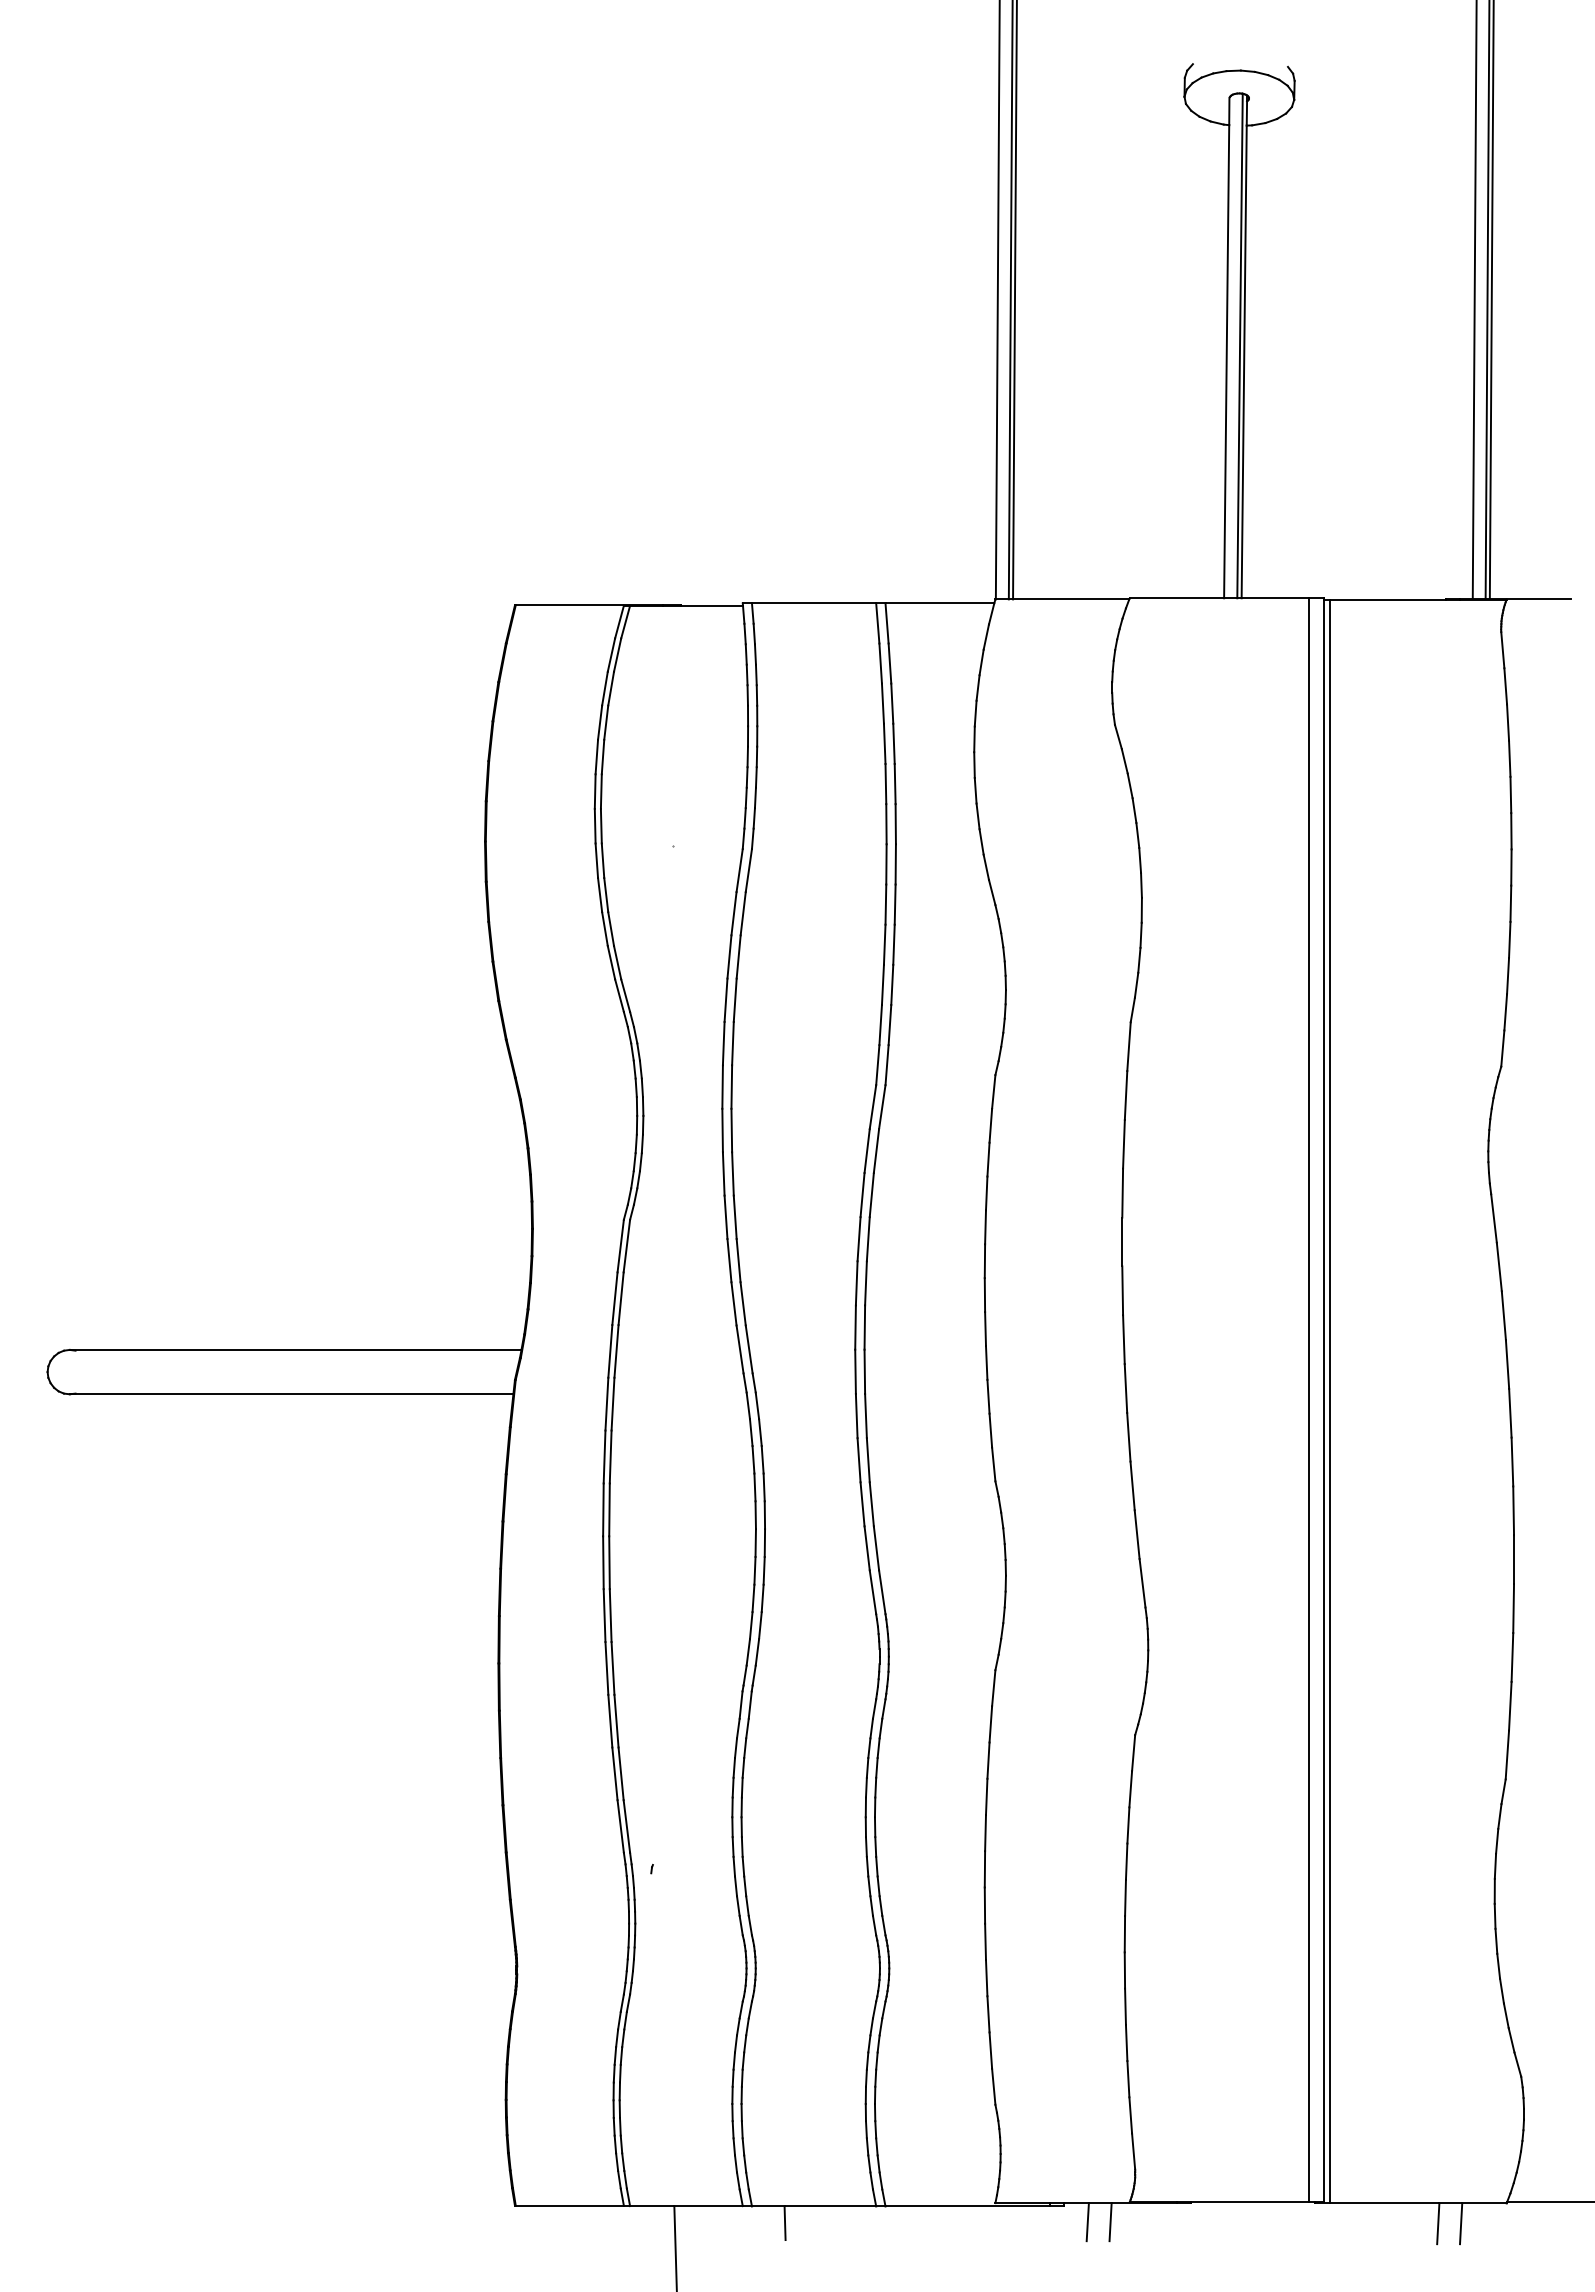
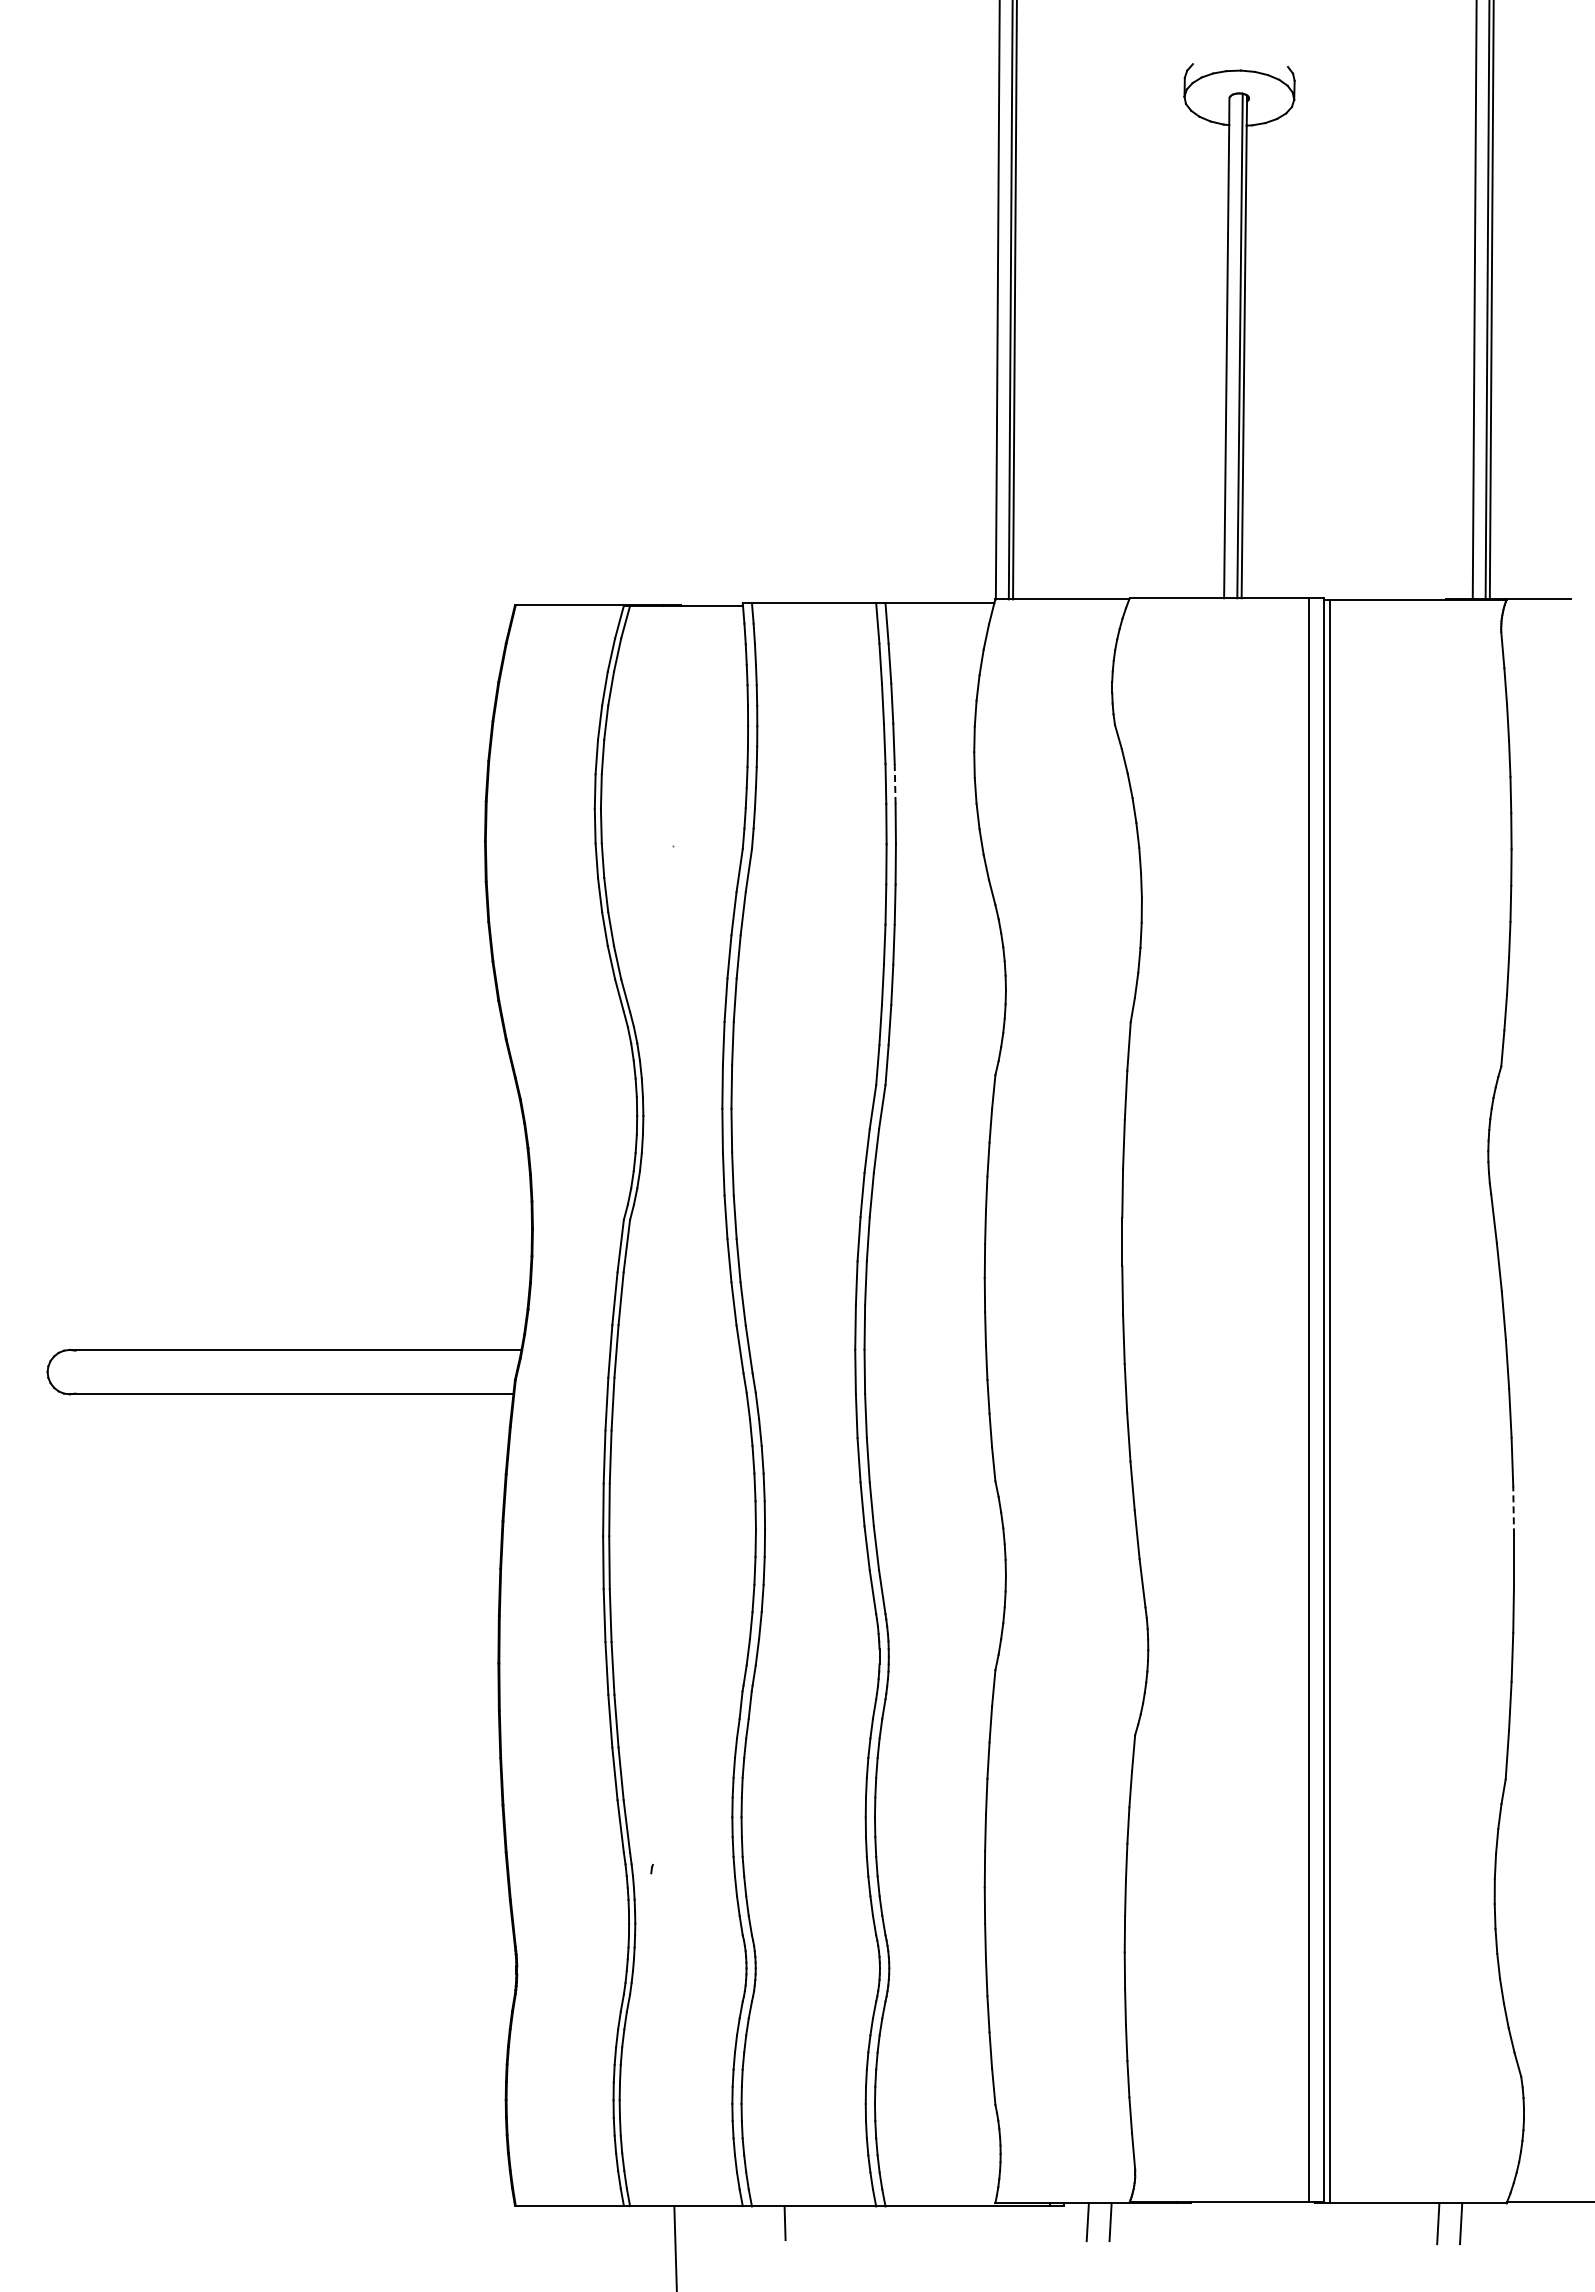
line at (895, 784): solid -> dashed
line at (1513, 1510): solid -> dashed
